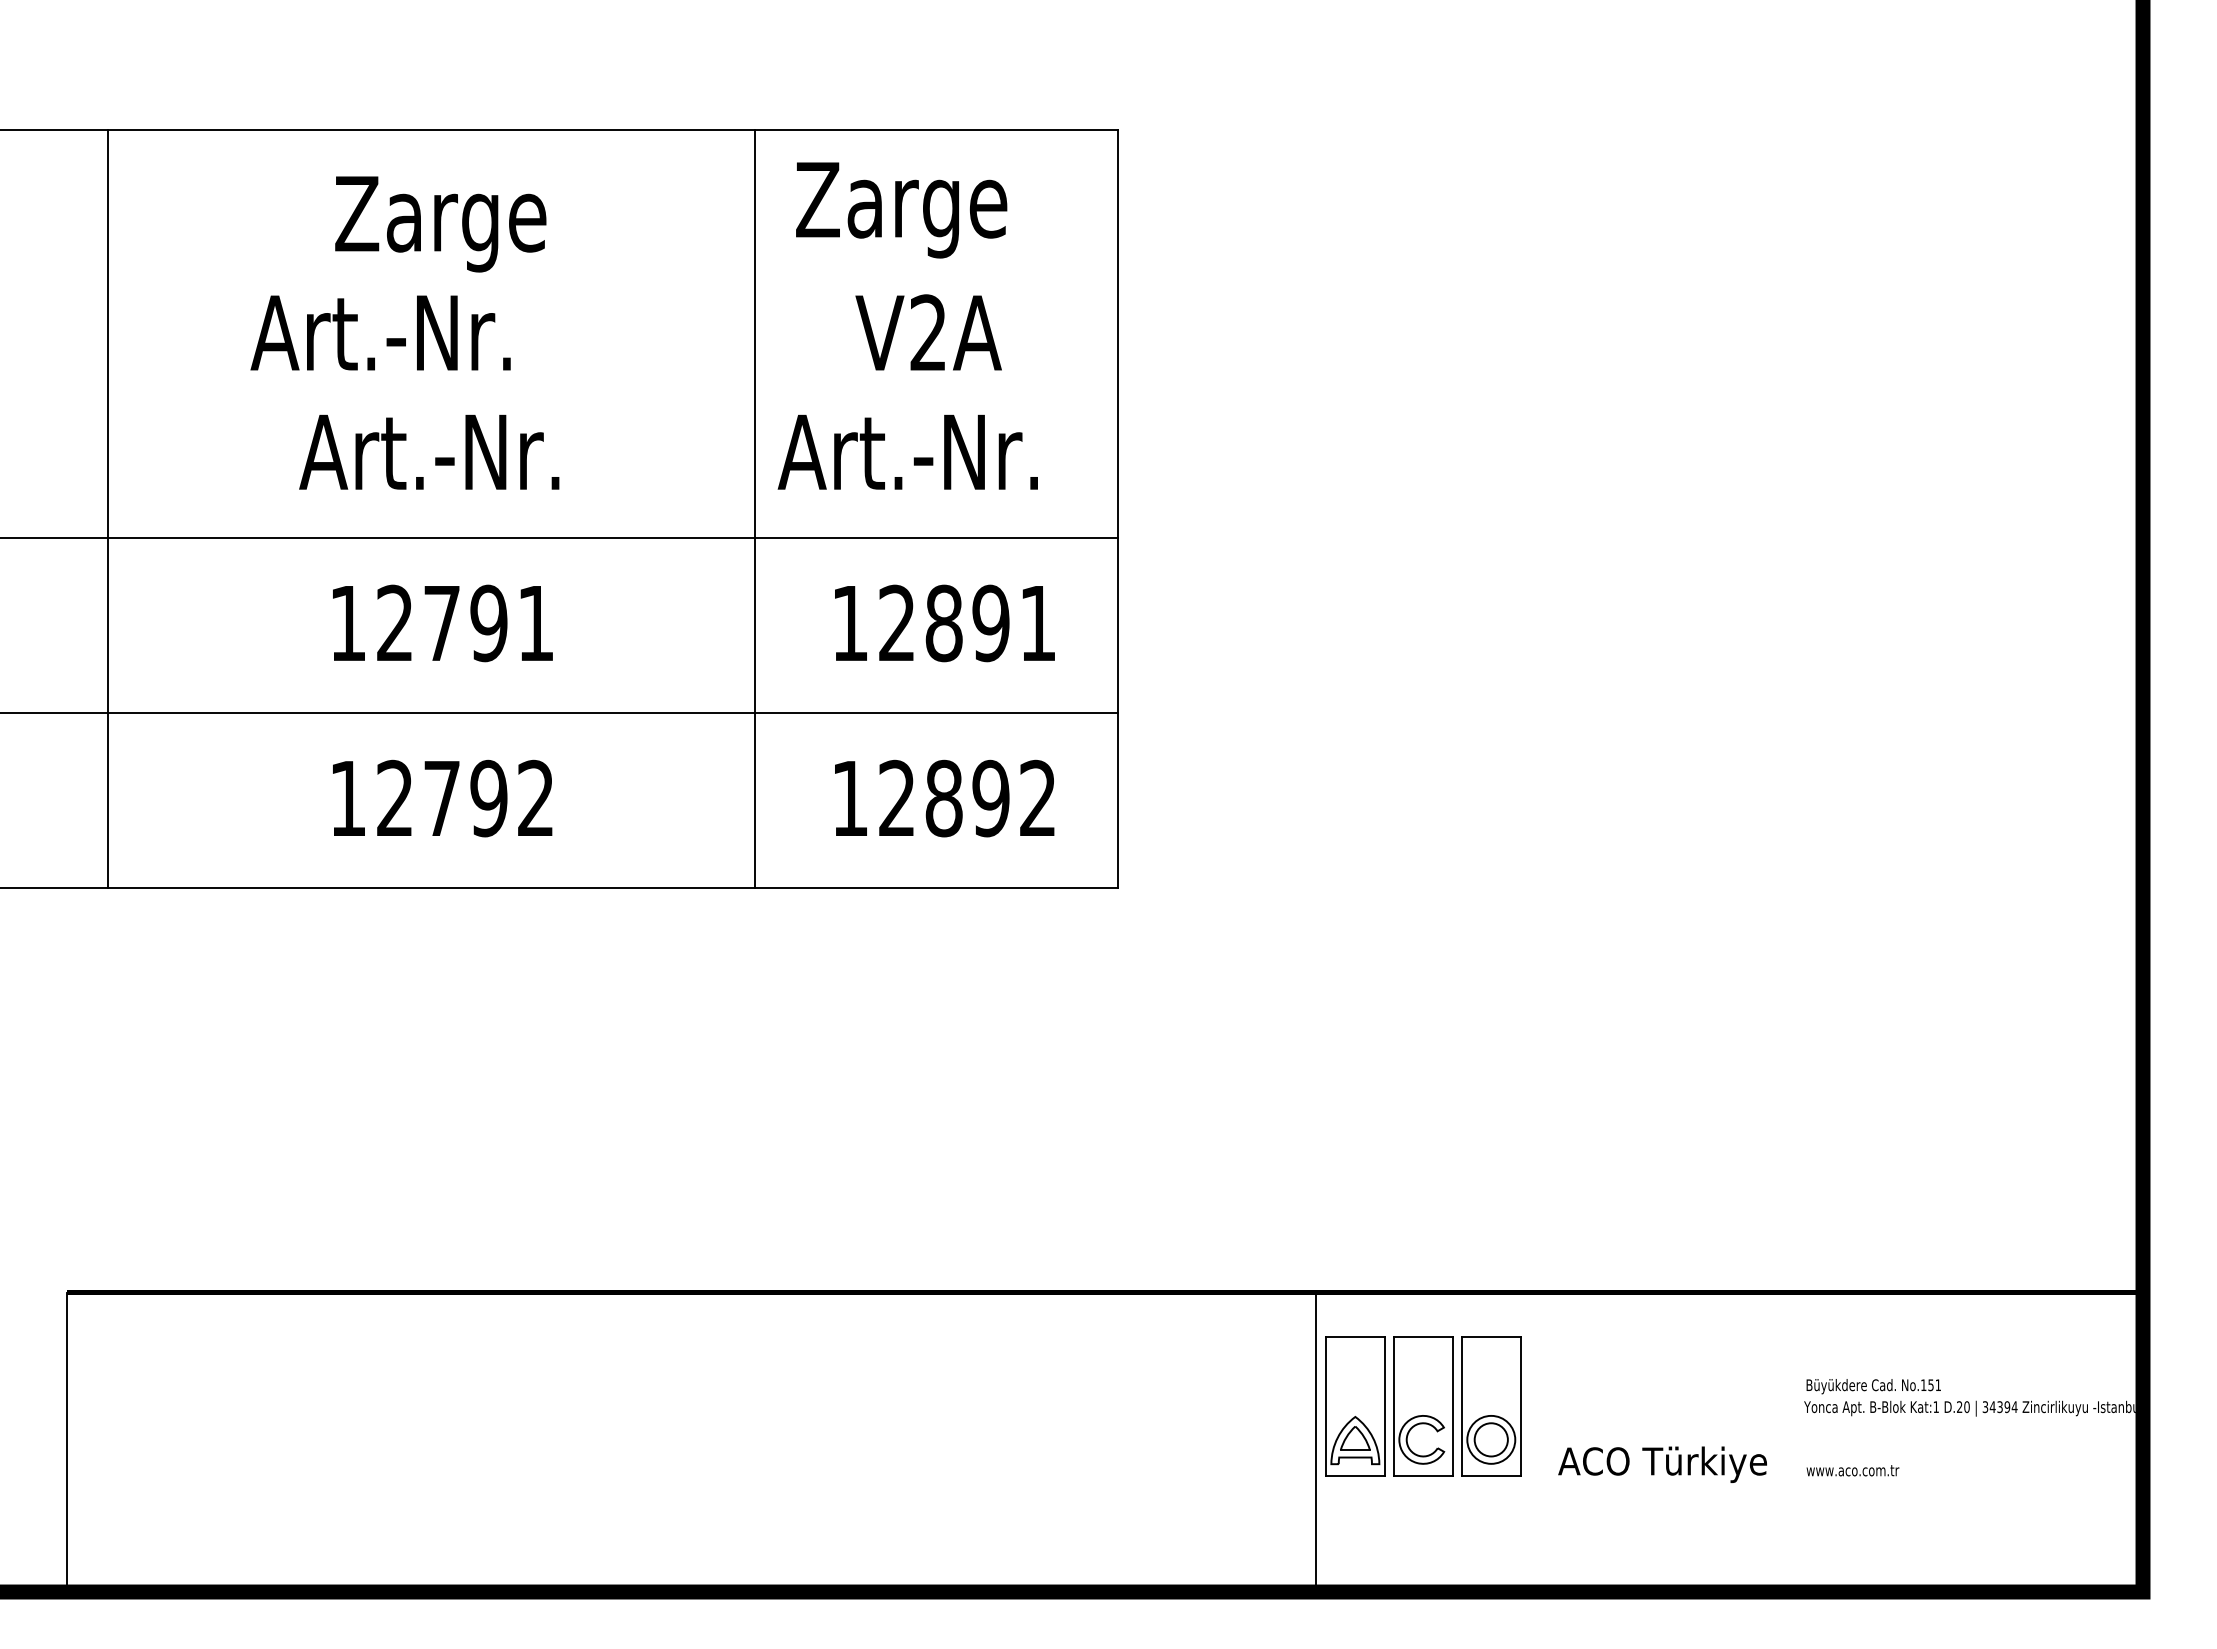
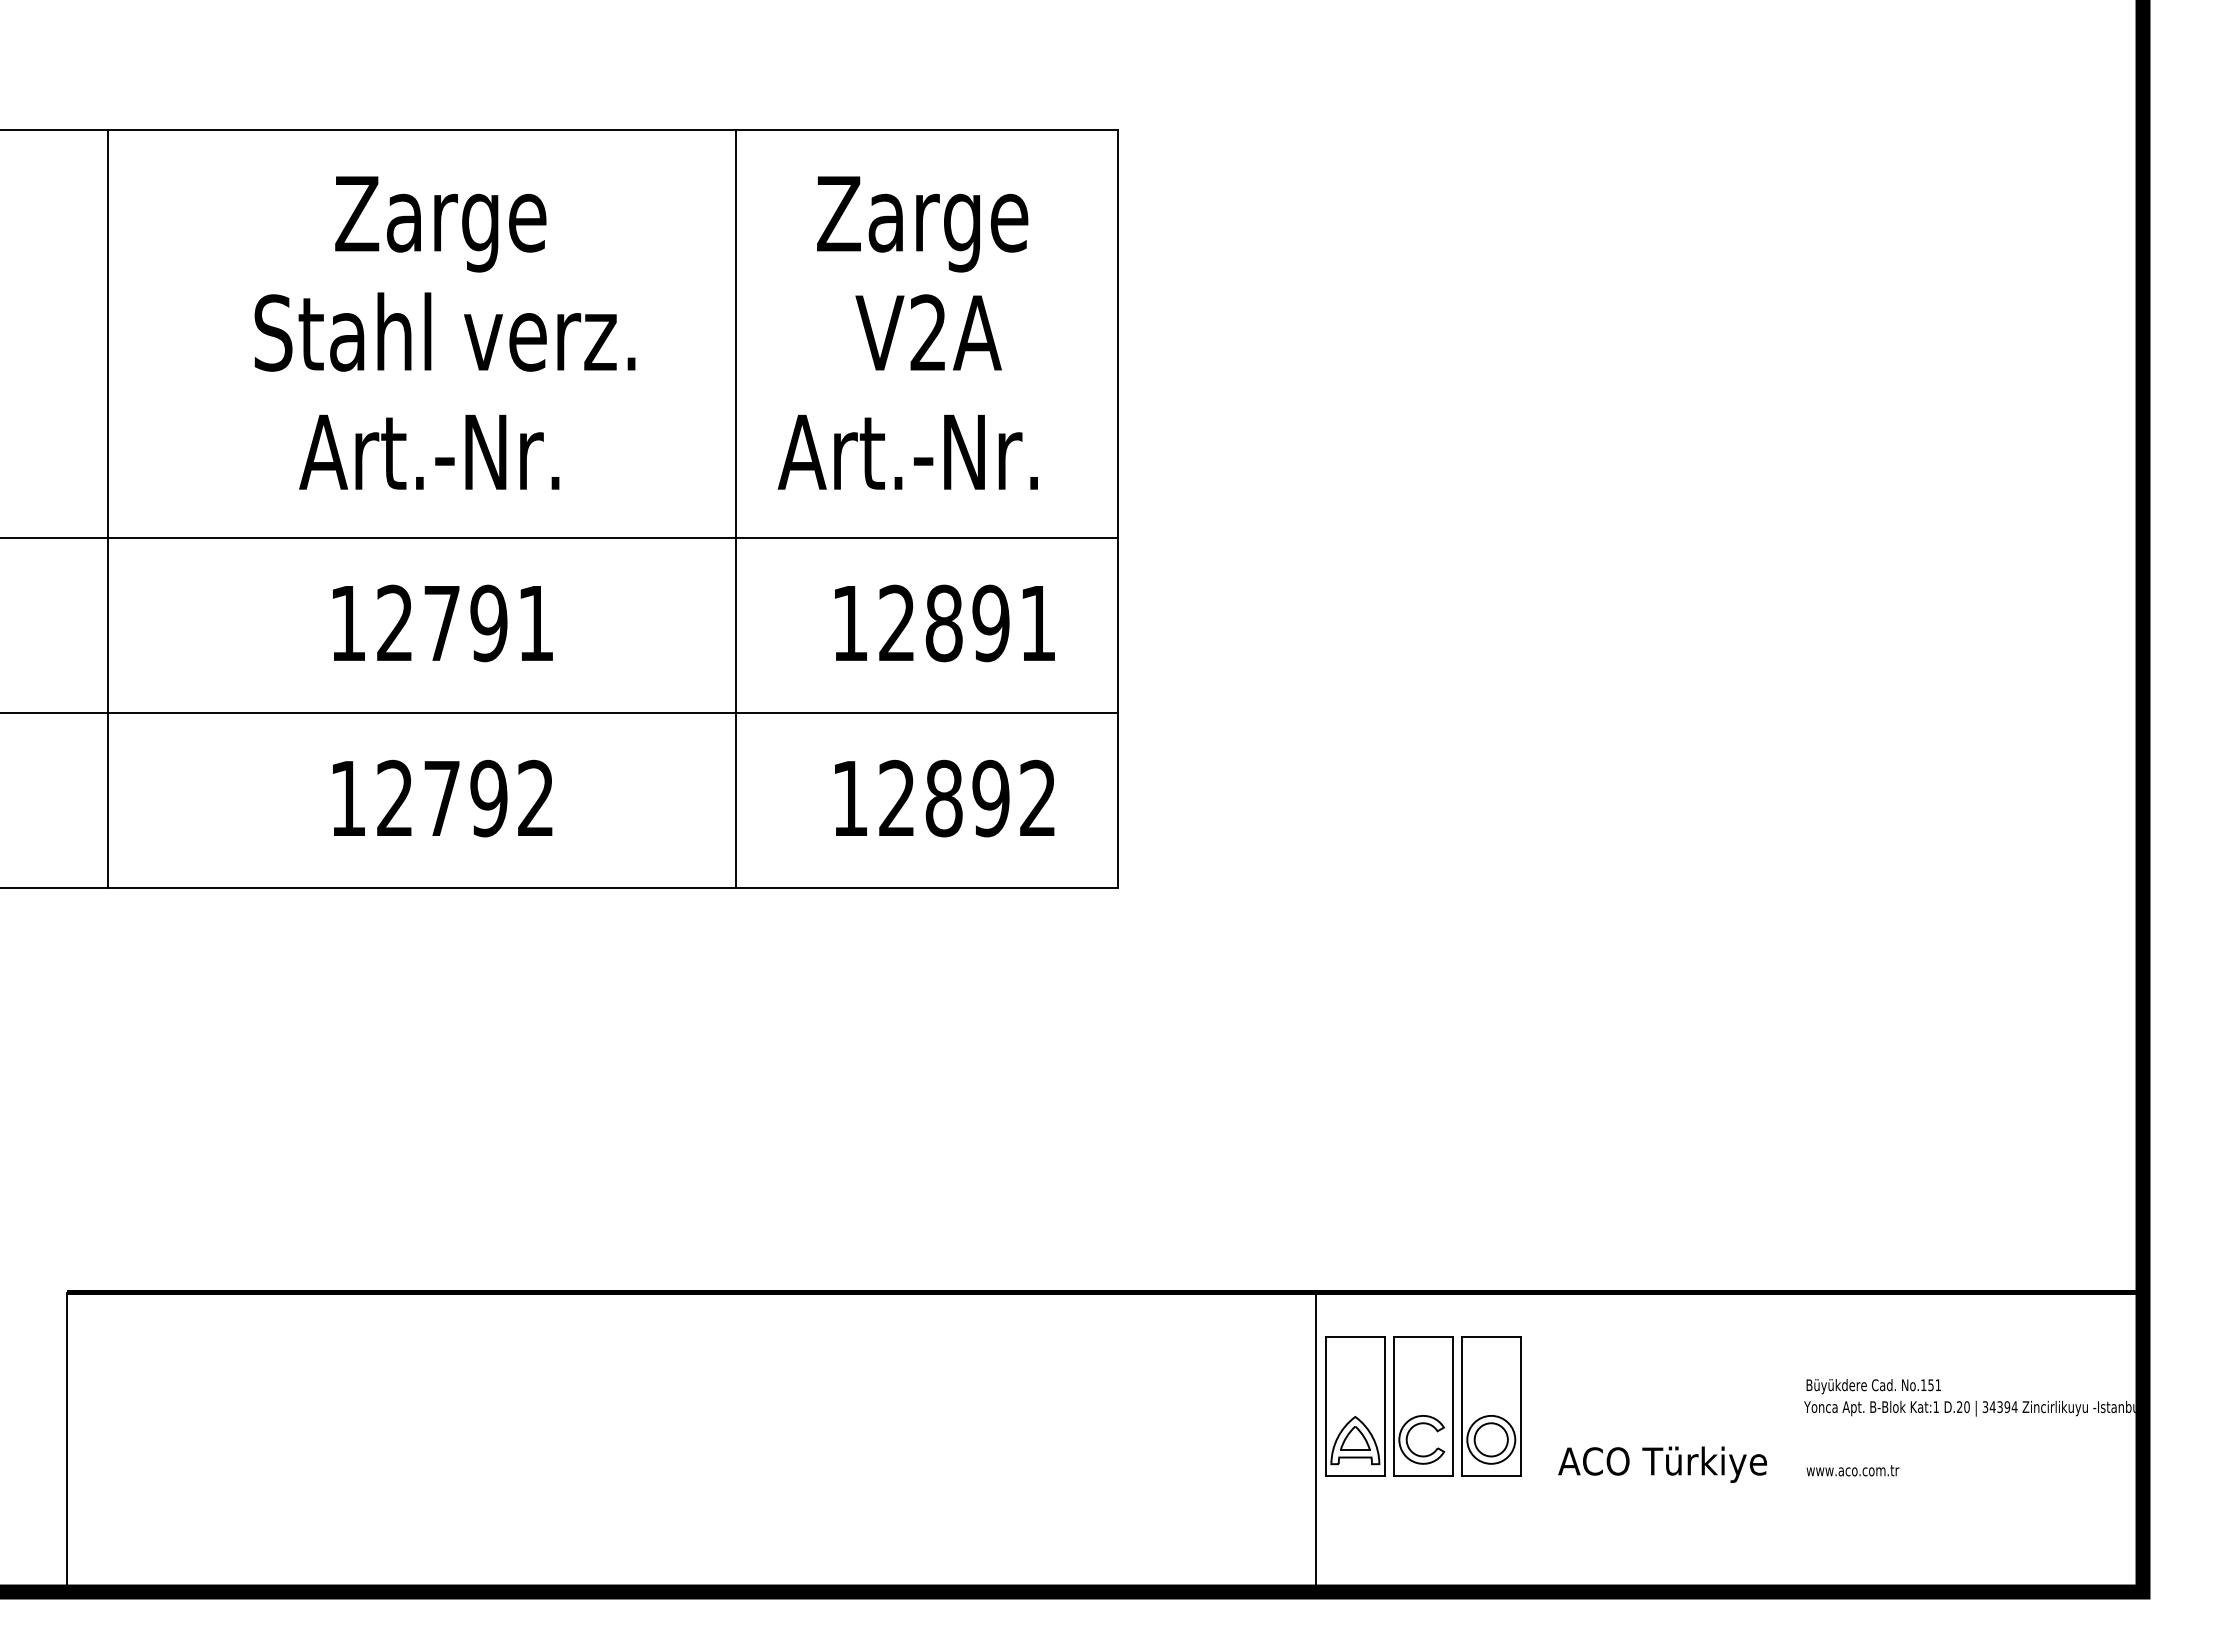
text at (901, 210) position: (901, 210) -> (922, 224)
text at (442, 331): Art.-Nr. -> Stahl verz.
line at (755, 509) position: (755, 509) -> (736, 509)
